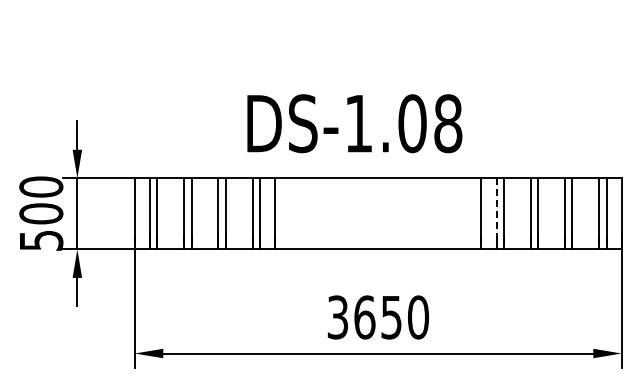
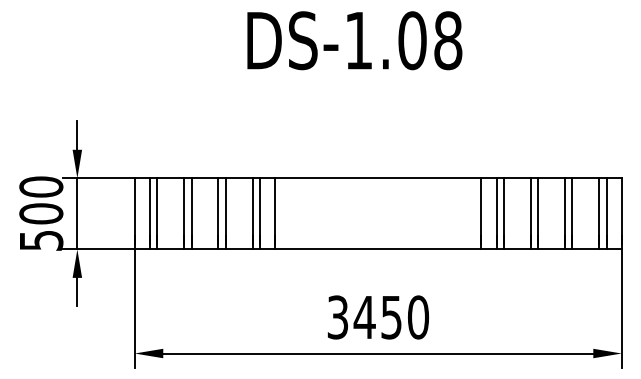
text at (354, 123) position: (354, 123) -> (354, 40)
line at (496, 211): dashed -> solid
text at (364, 317): 3650 -> 3450
